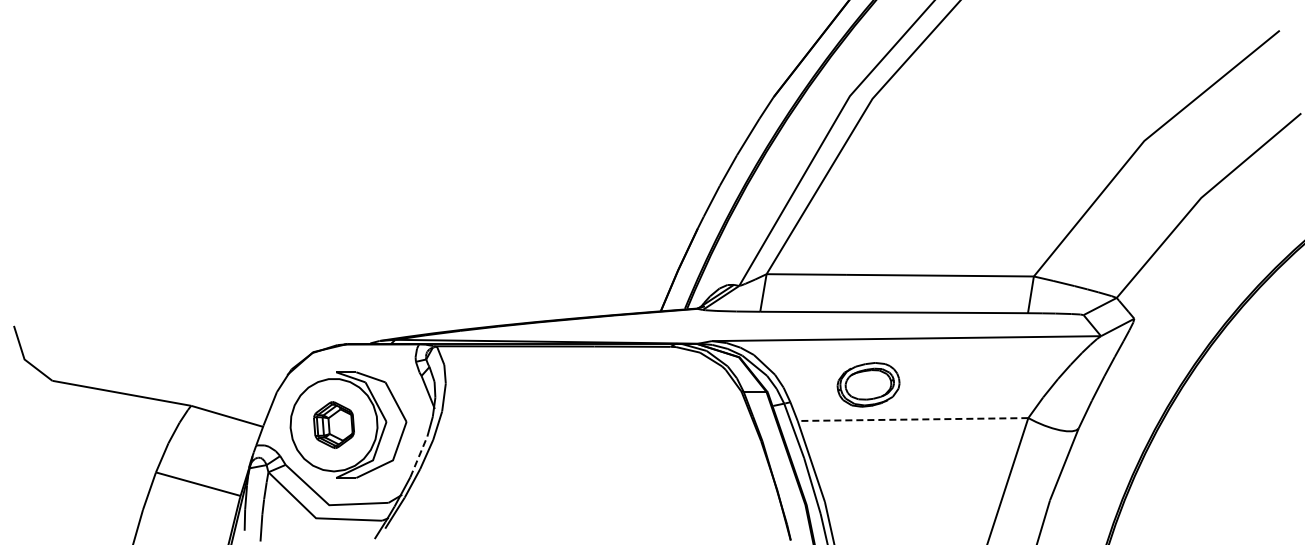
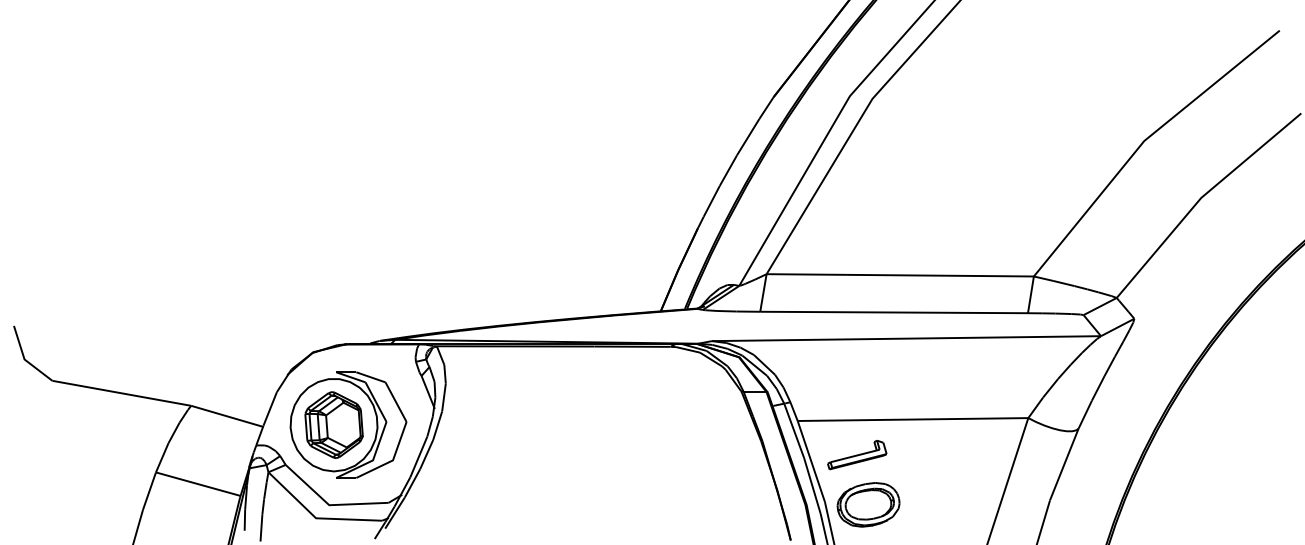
part at (868, 384) position: (868, 384) -> (868, 504)
line at (912, 419): dashed -> solid
part at (333, 424) size: 42x48 px -> 60x68 px
part at (857, 455): none -> present
line at (419, 456): dashed -> solid
